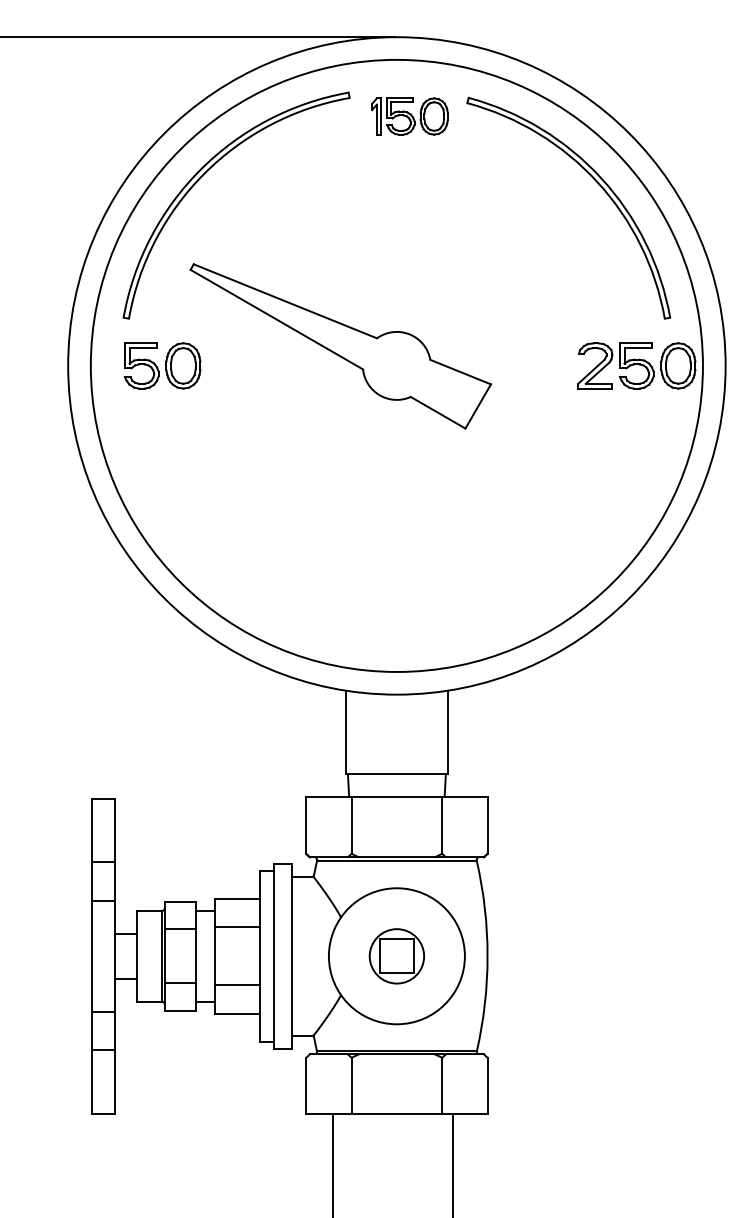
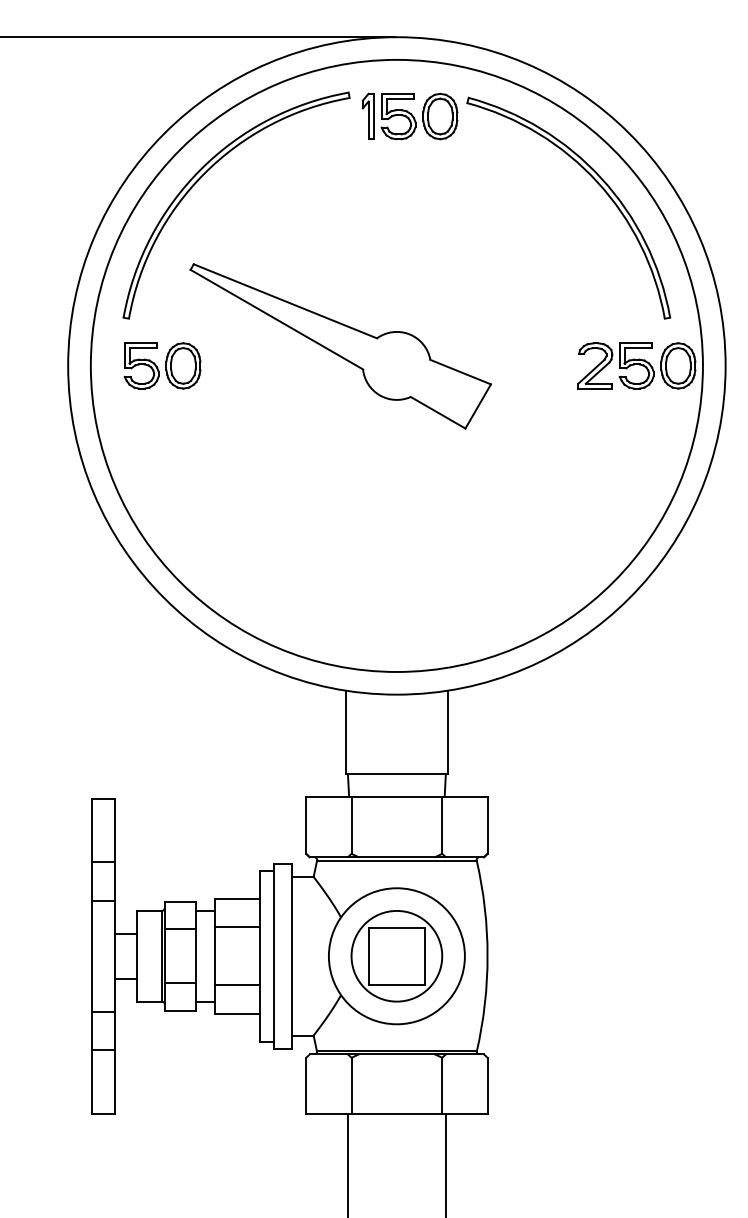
part at (409, 116) size: 78x39 px -> 98x49 px
part at (396, 956) size: 57x57 px -> 94x93 px
line at (332, 1164) position: (332, 1164) -> (347, 1164)
line at (452, 1164) position: (452, 1164) -> (445, 1164)
